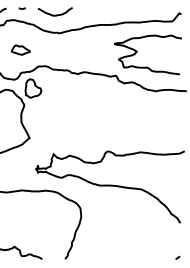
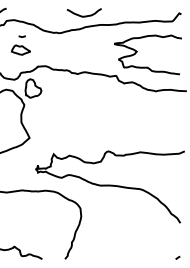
line at (21, 8) position: (21, 8) -> (21, 36)
curve at (54, 14) position: (54, 14) -> (83, 15)
